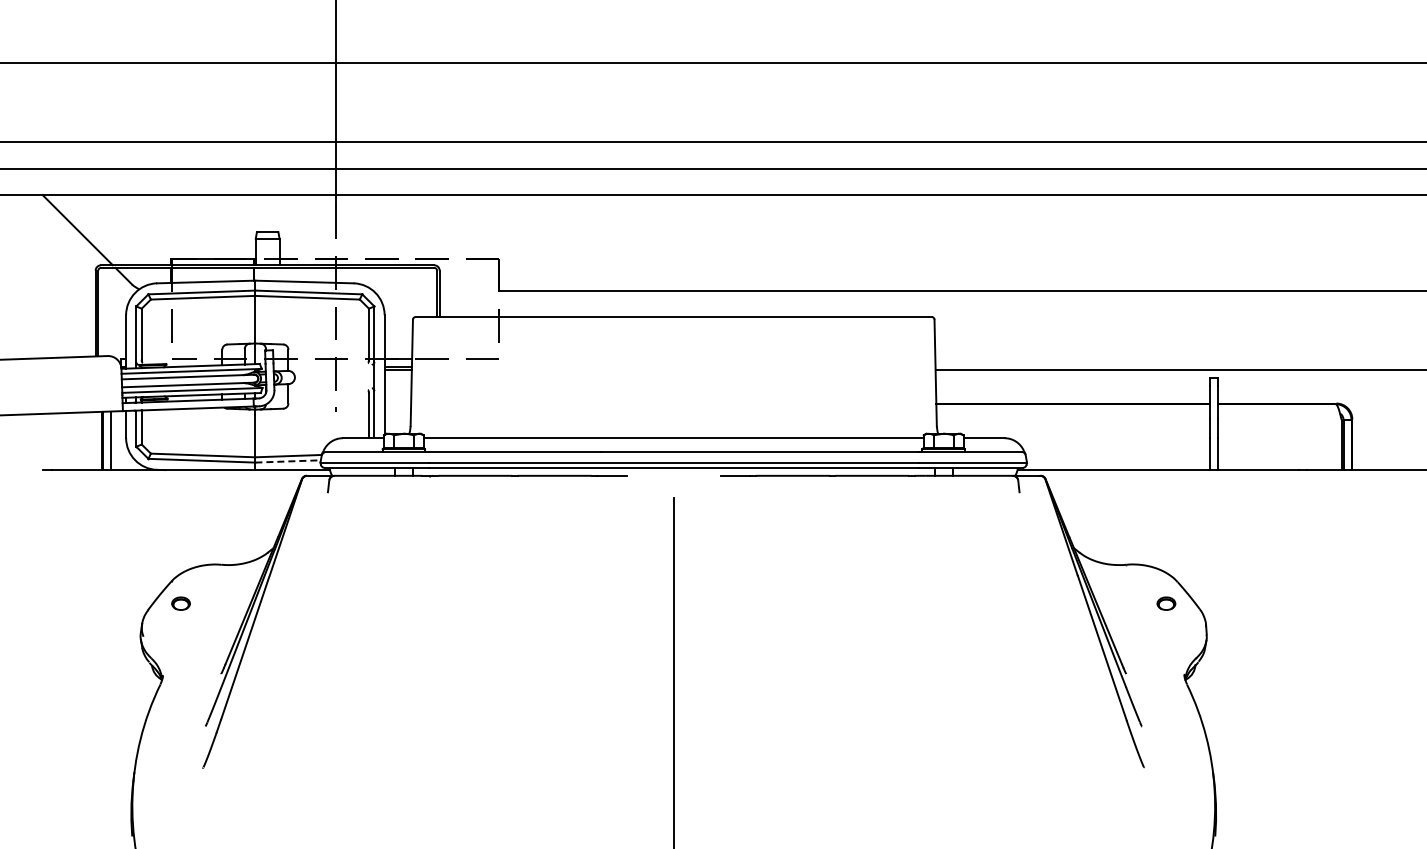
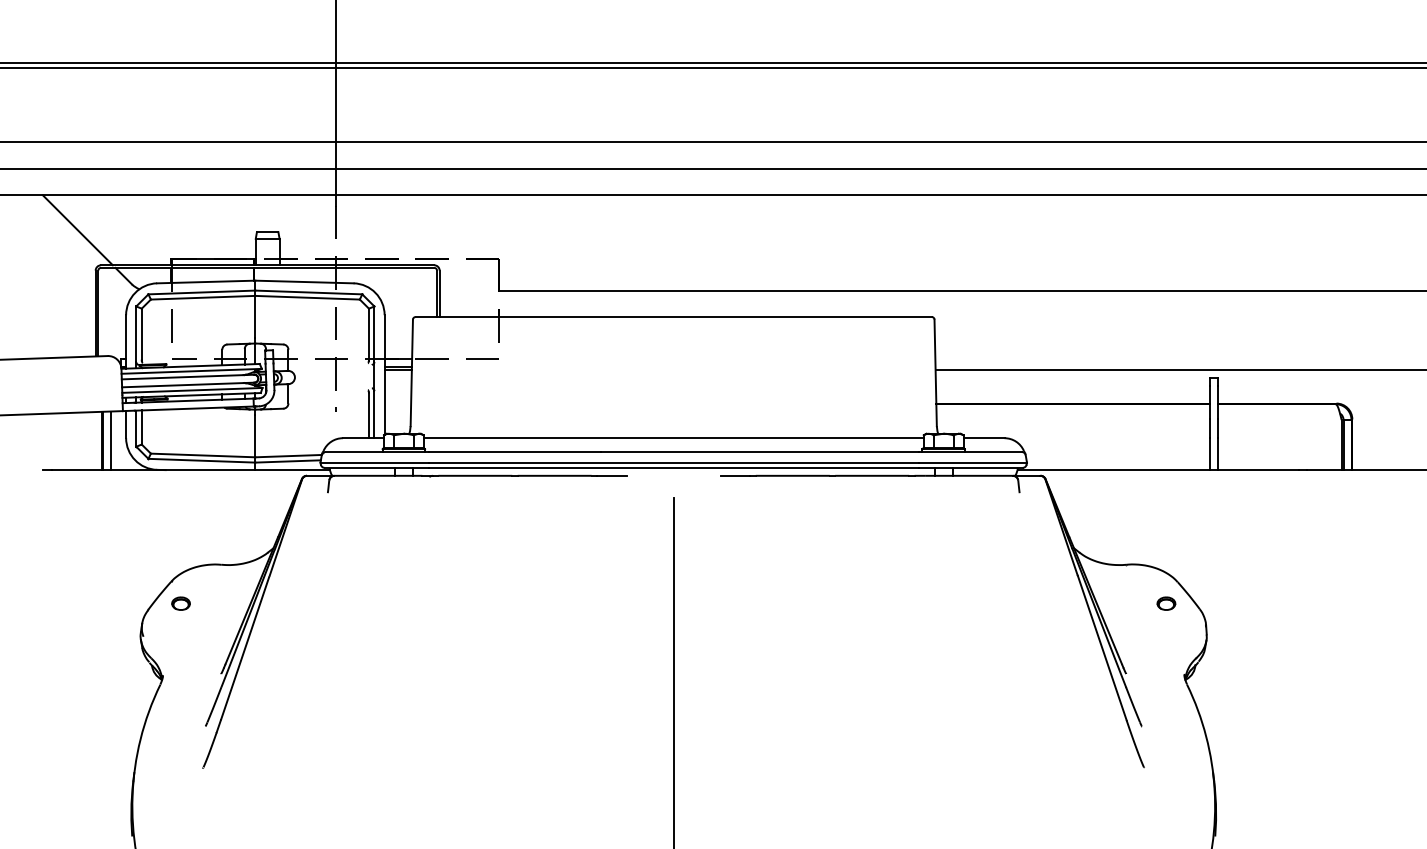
line at (712, 68): none -> present
line at (288, 461): dashed -> solid
